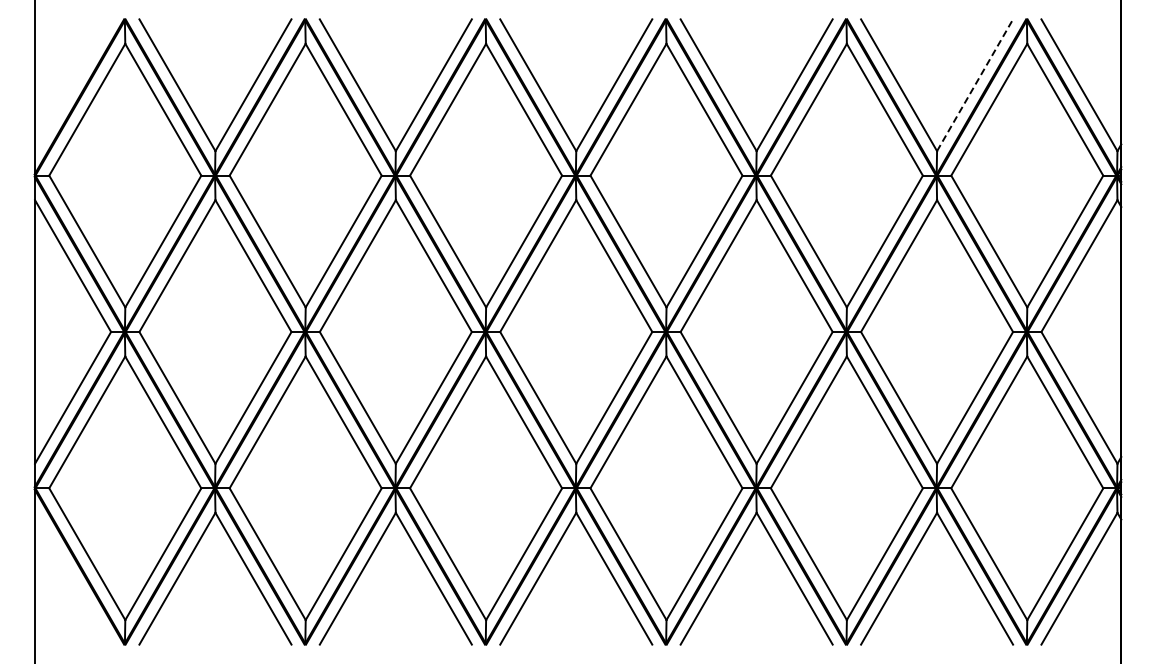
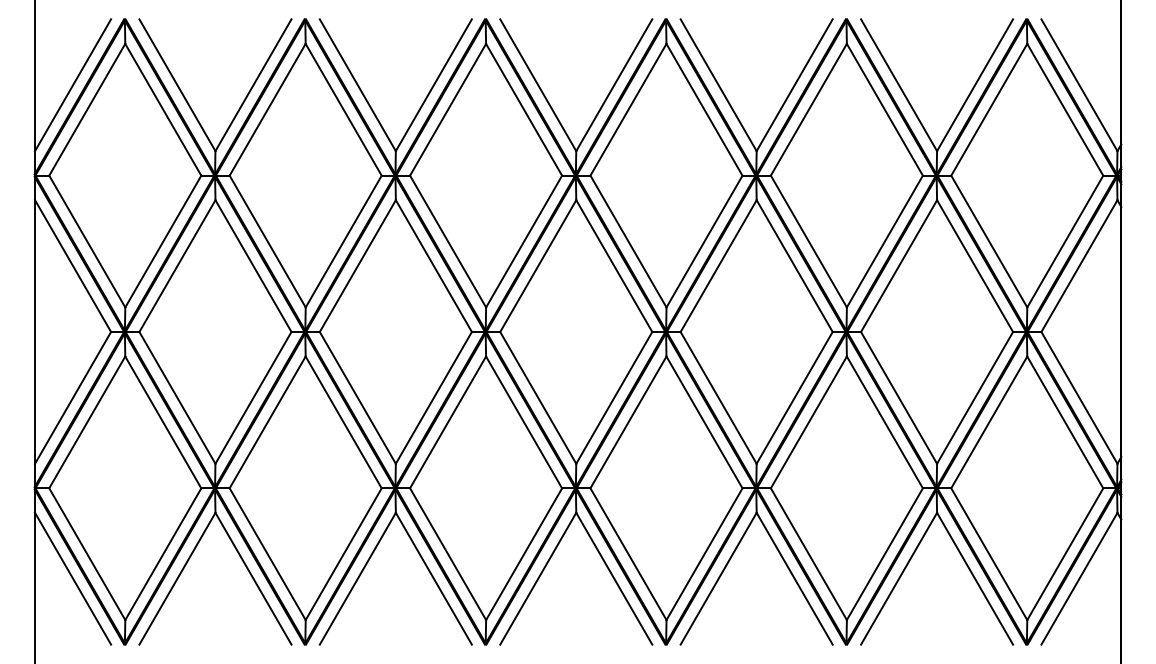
line at (975, 84): dashed -> solid
line at (73, 85): none -> present
line at (73, 578): none -> present
